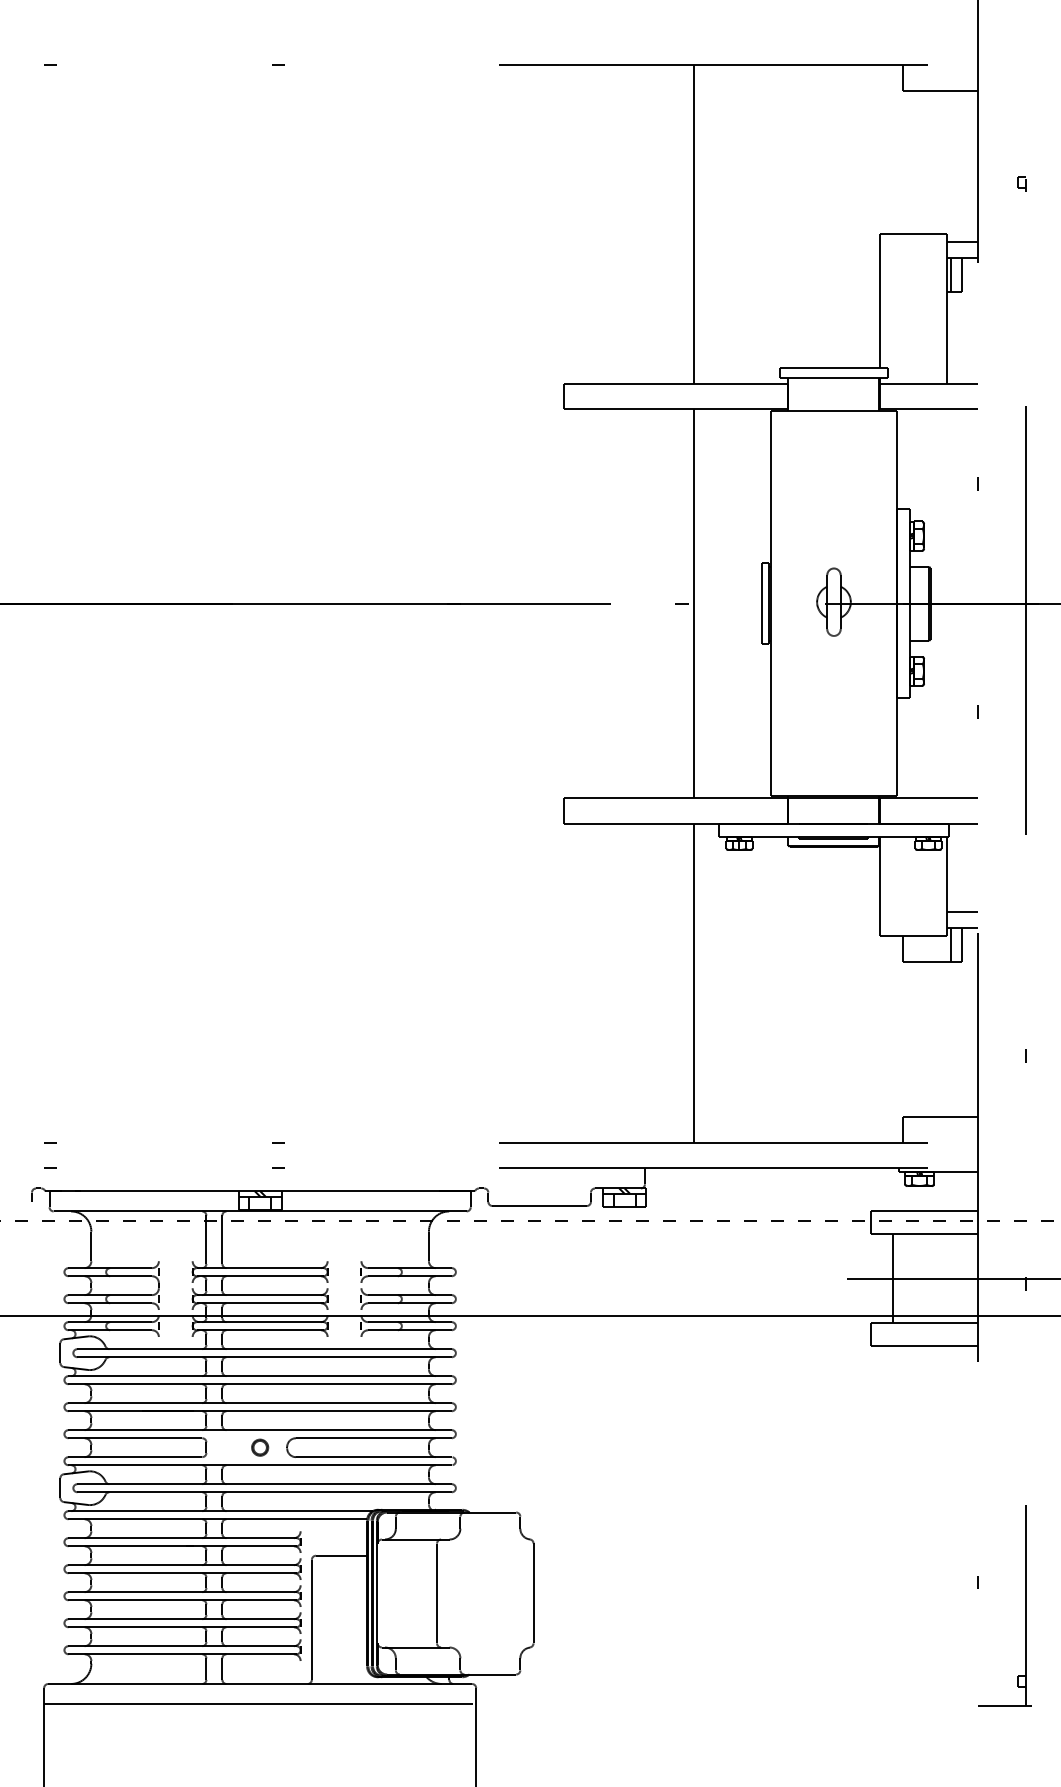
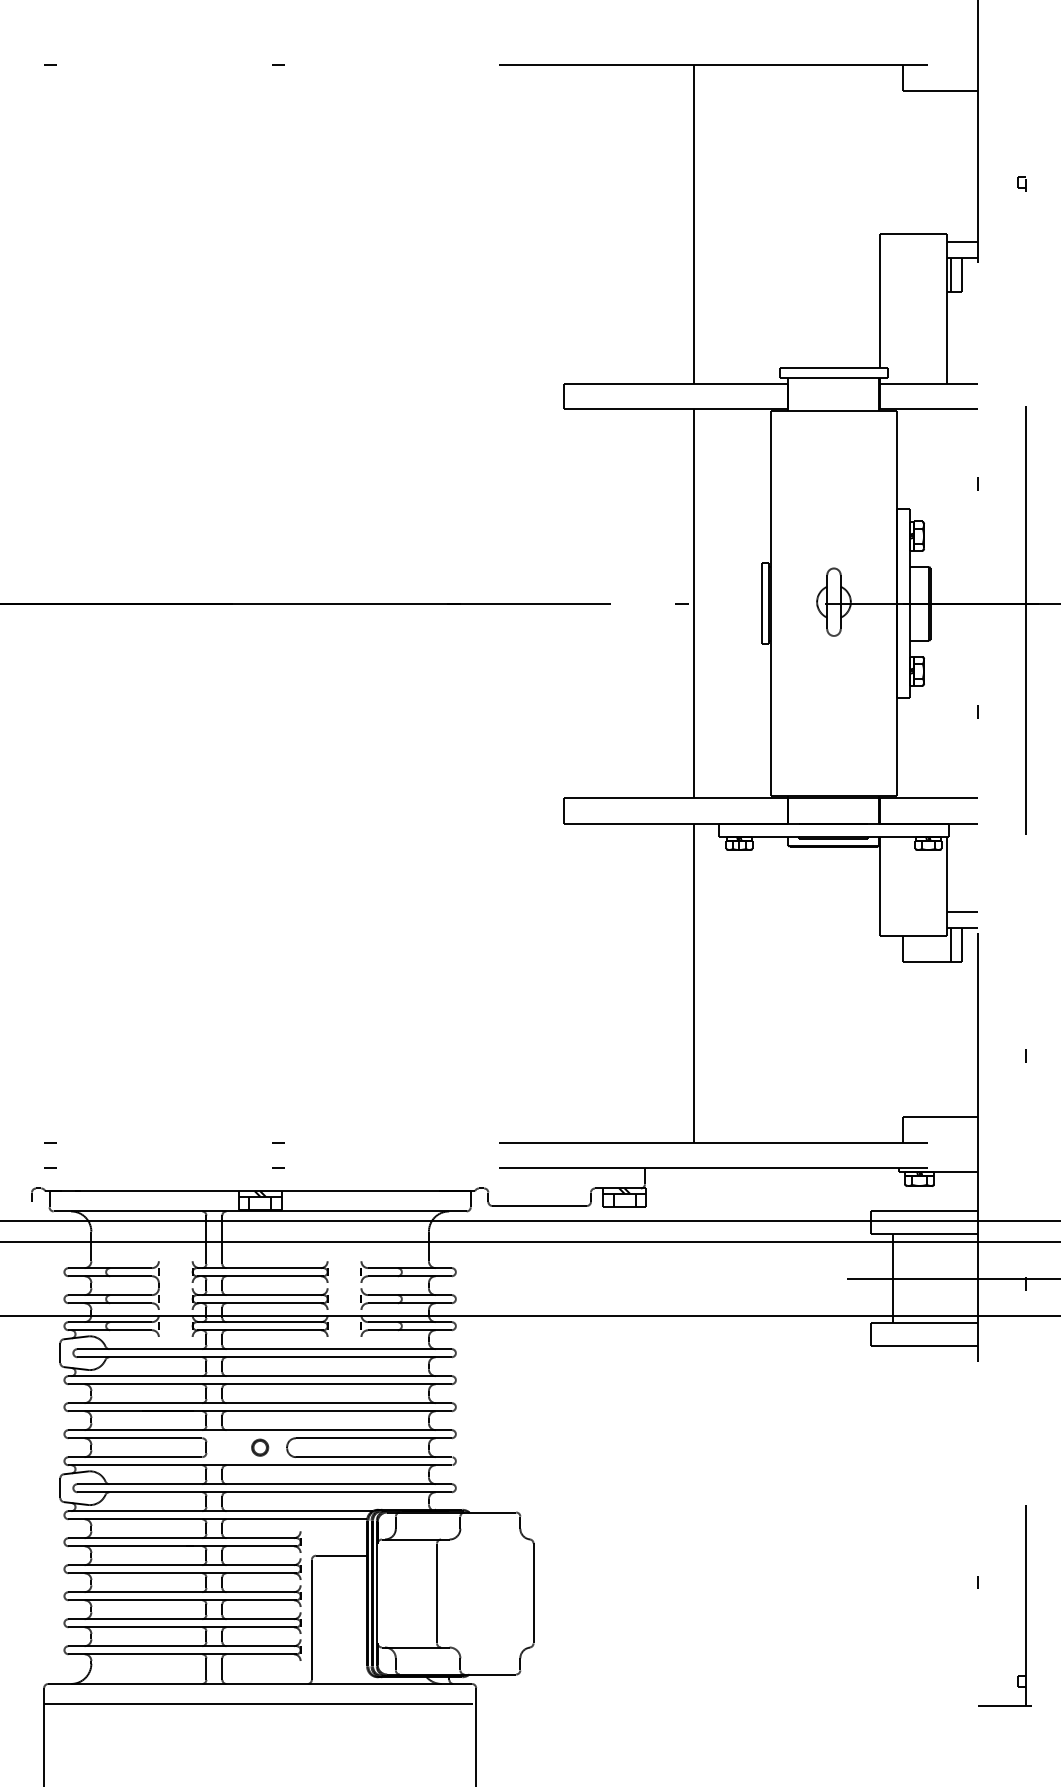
line at (530, 1220): dashed -> solid
line at (529, 1241): none -> present
